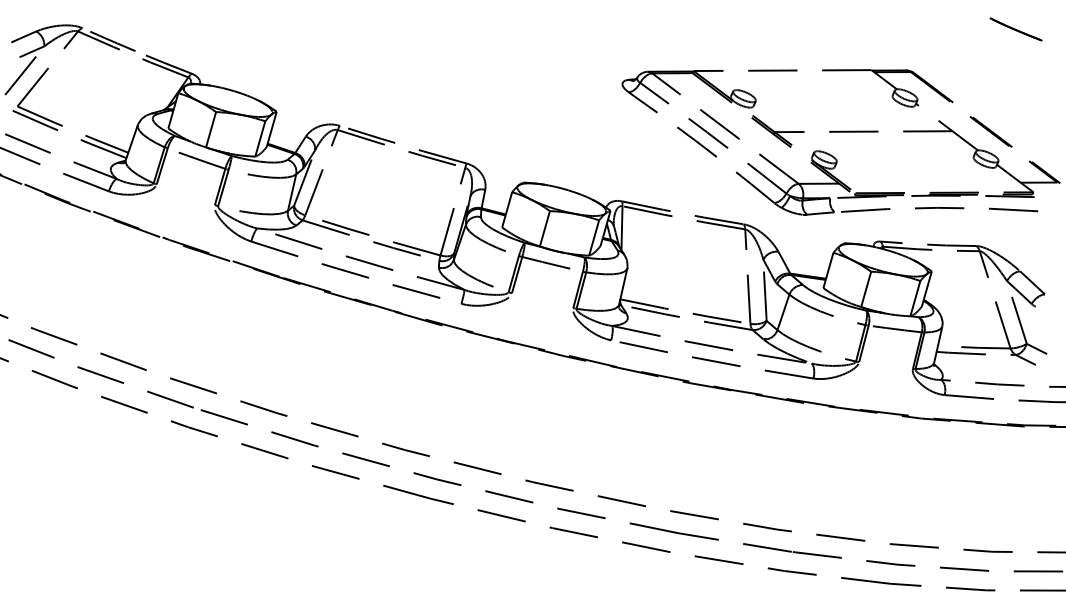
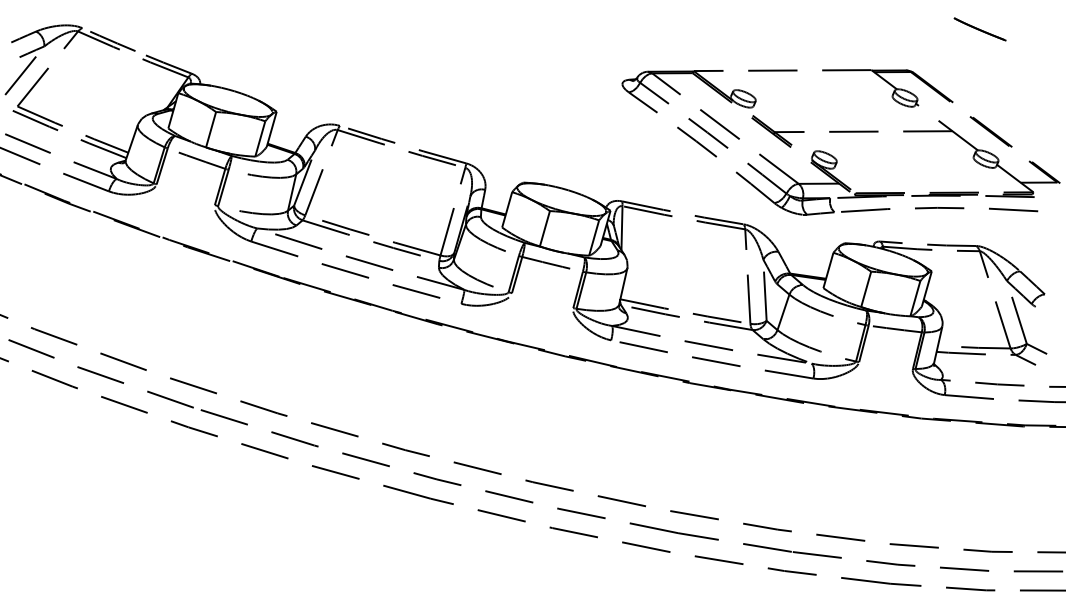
line at (1015, 29) position: (1015, 29) -> (979, 29)
